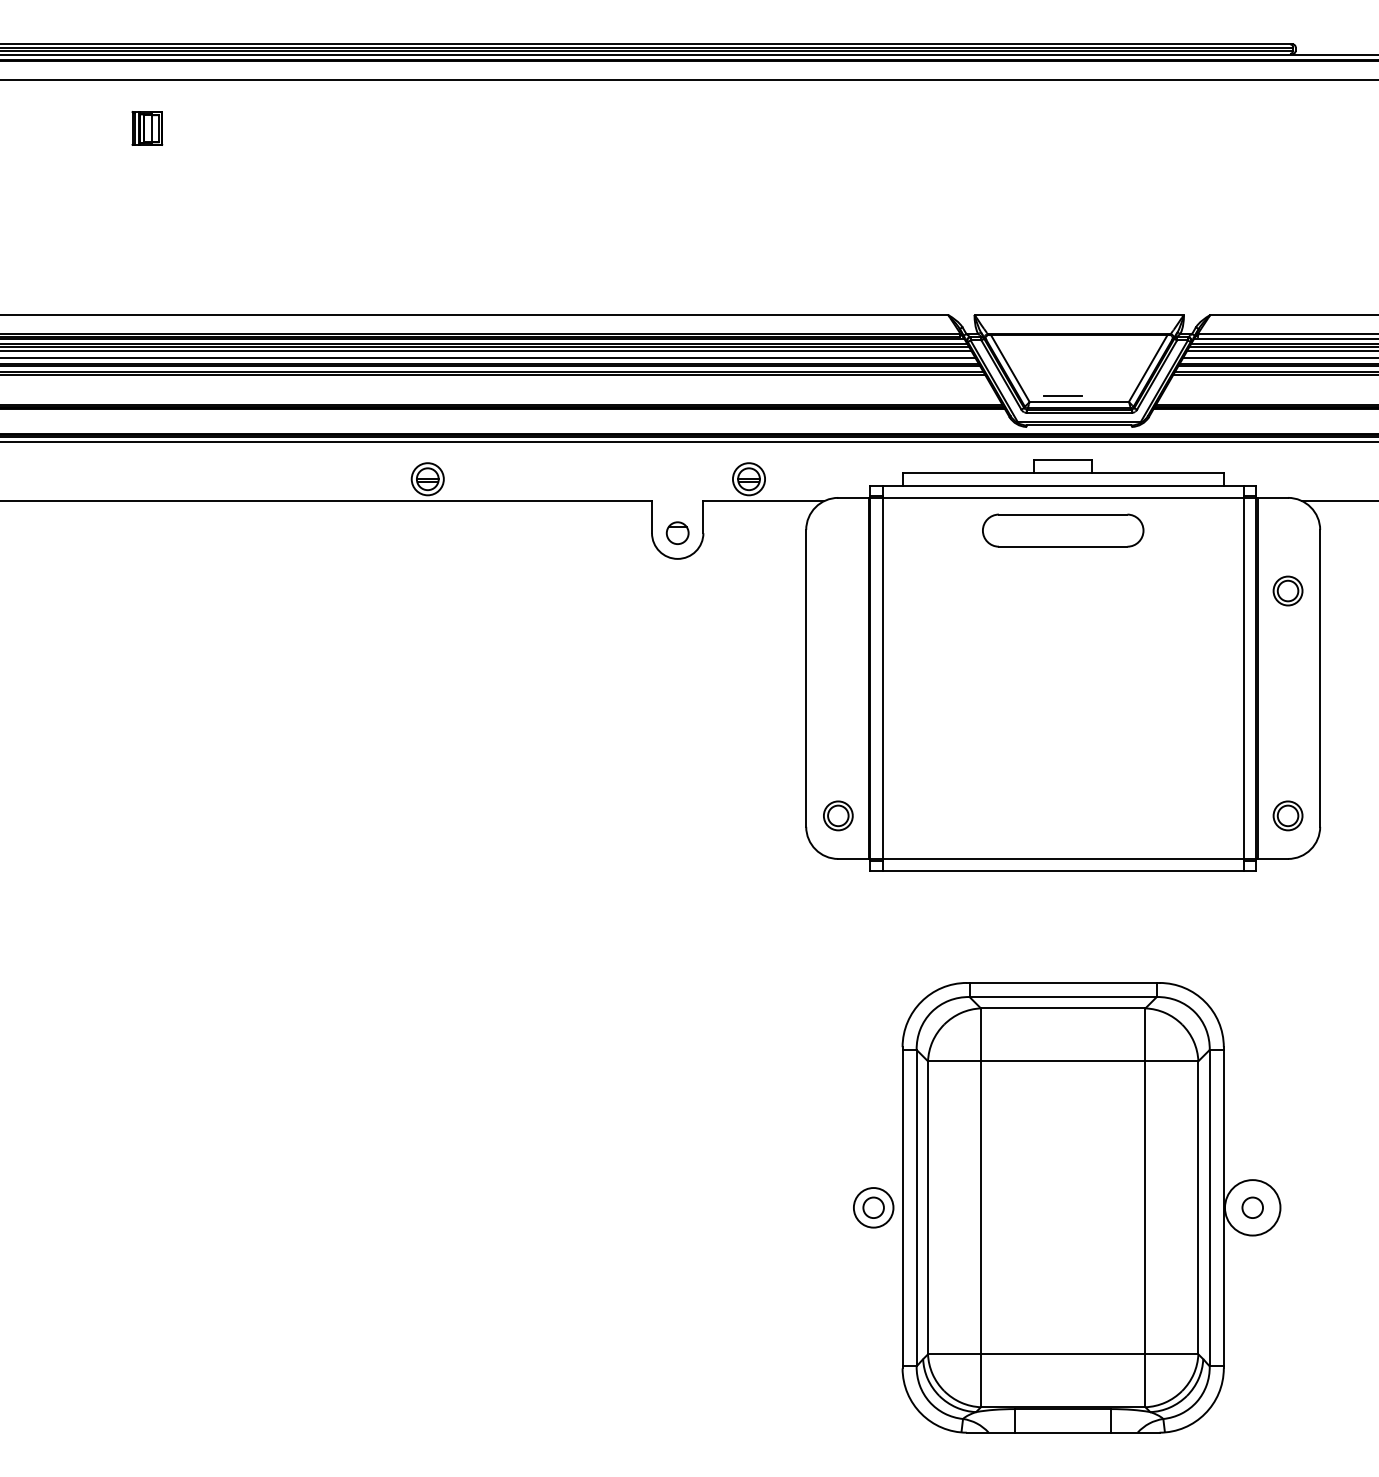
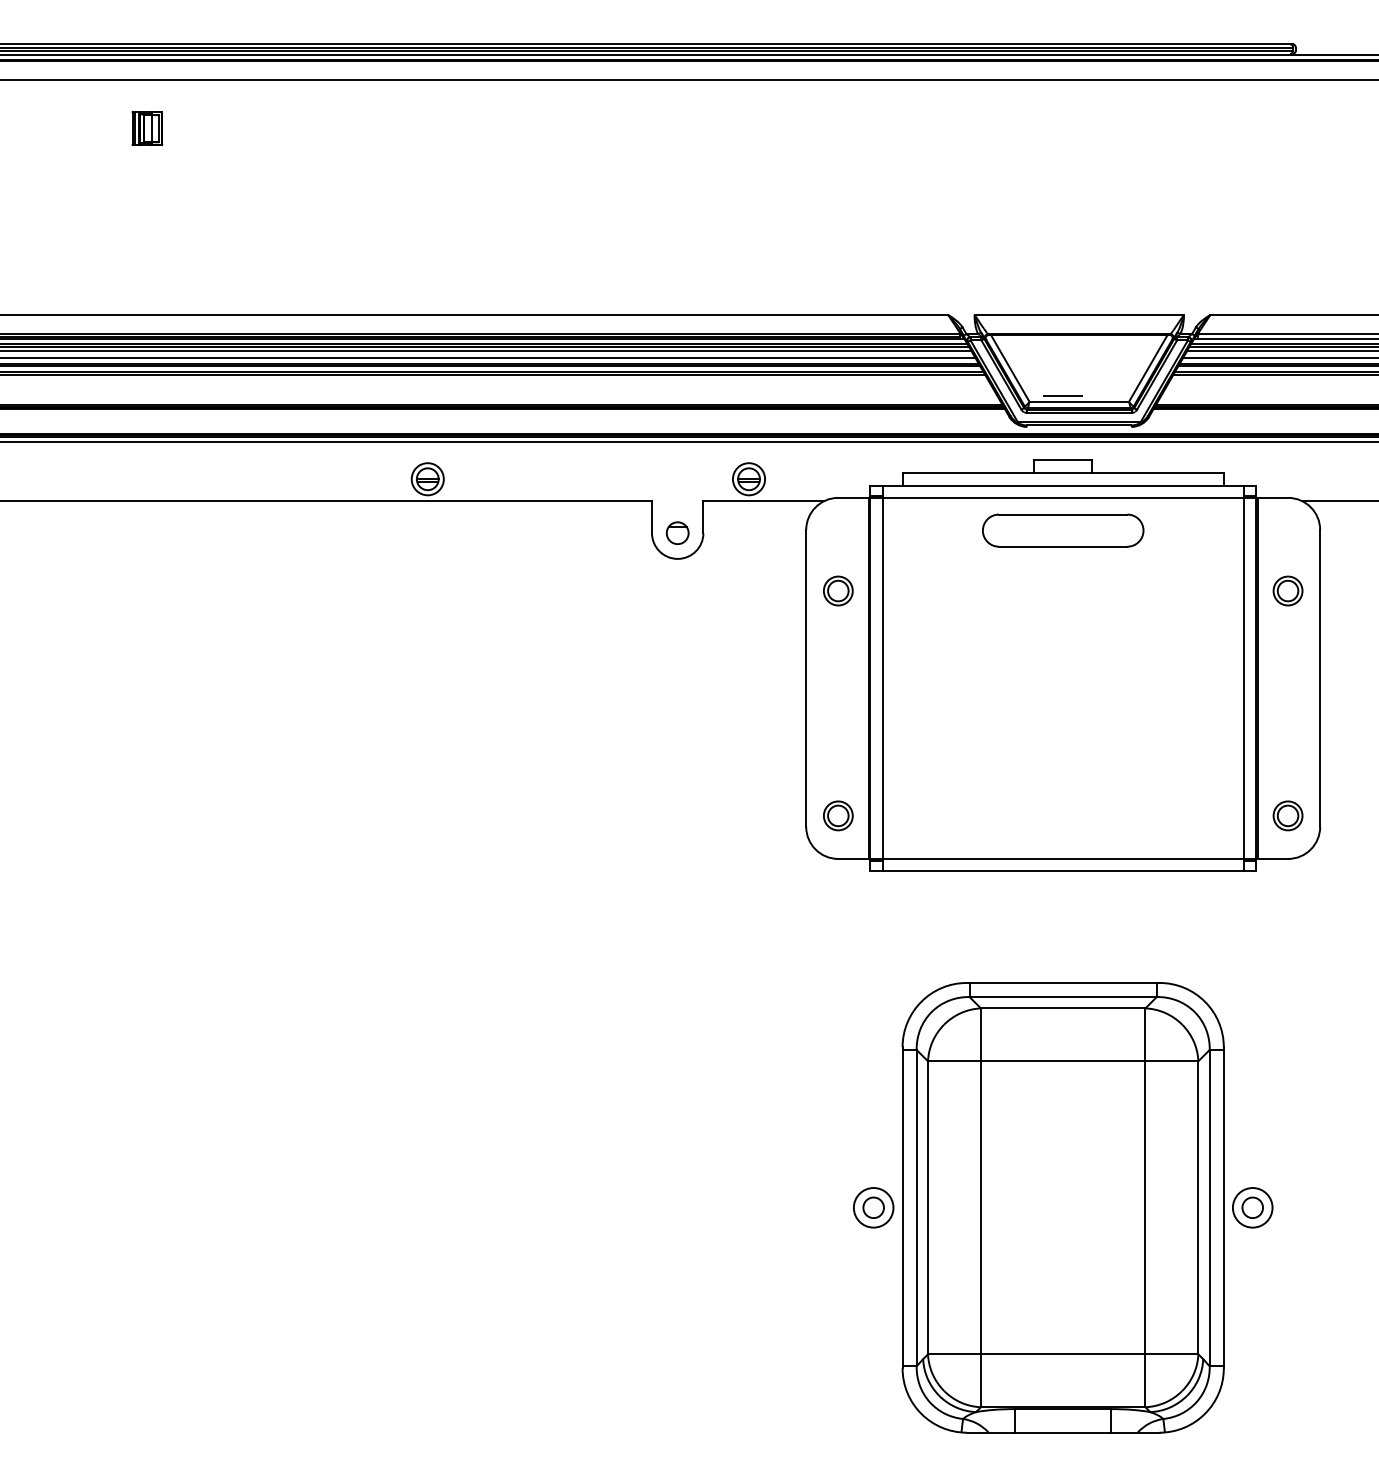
part at (838, 590): none -> present
circle at (1252, 1207) diameter: 55 px -> 40 px
